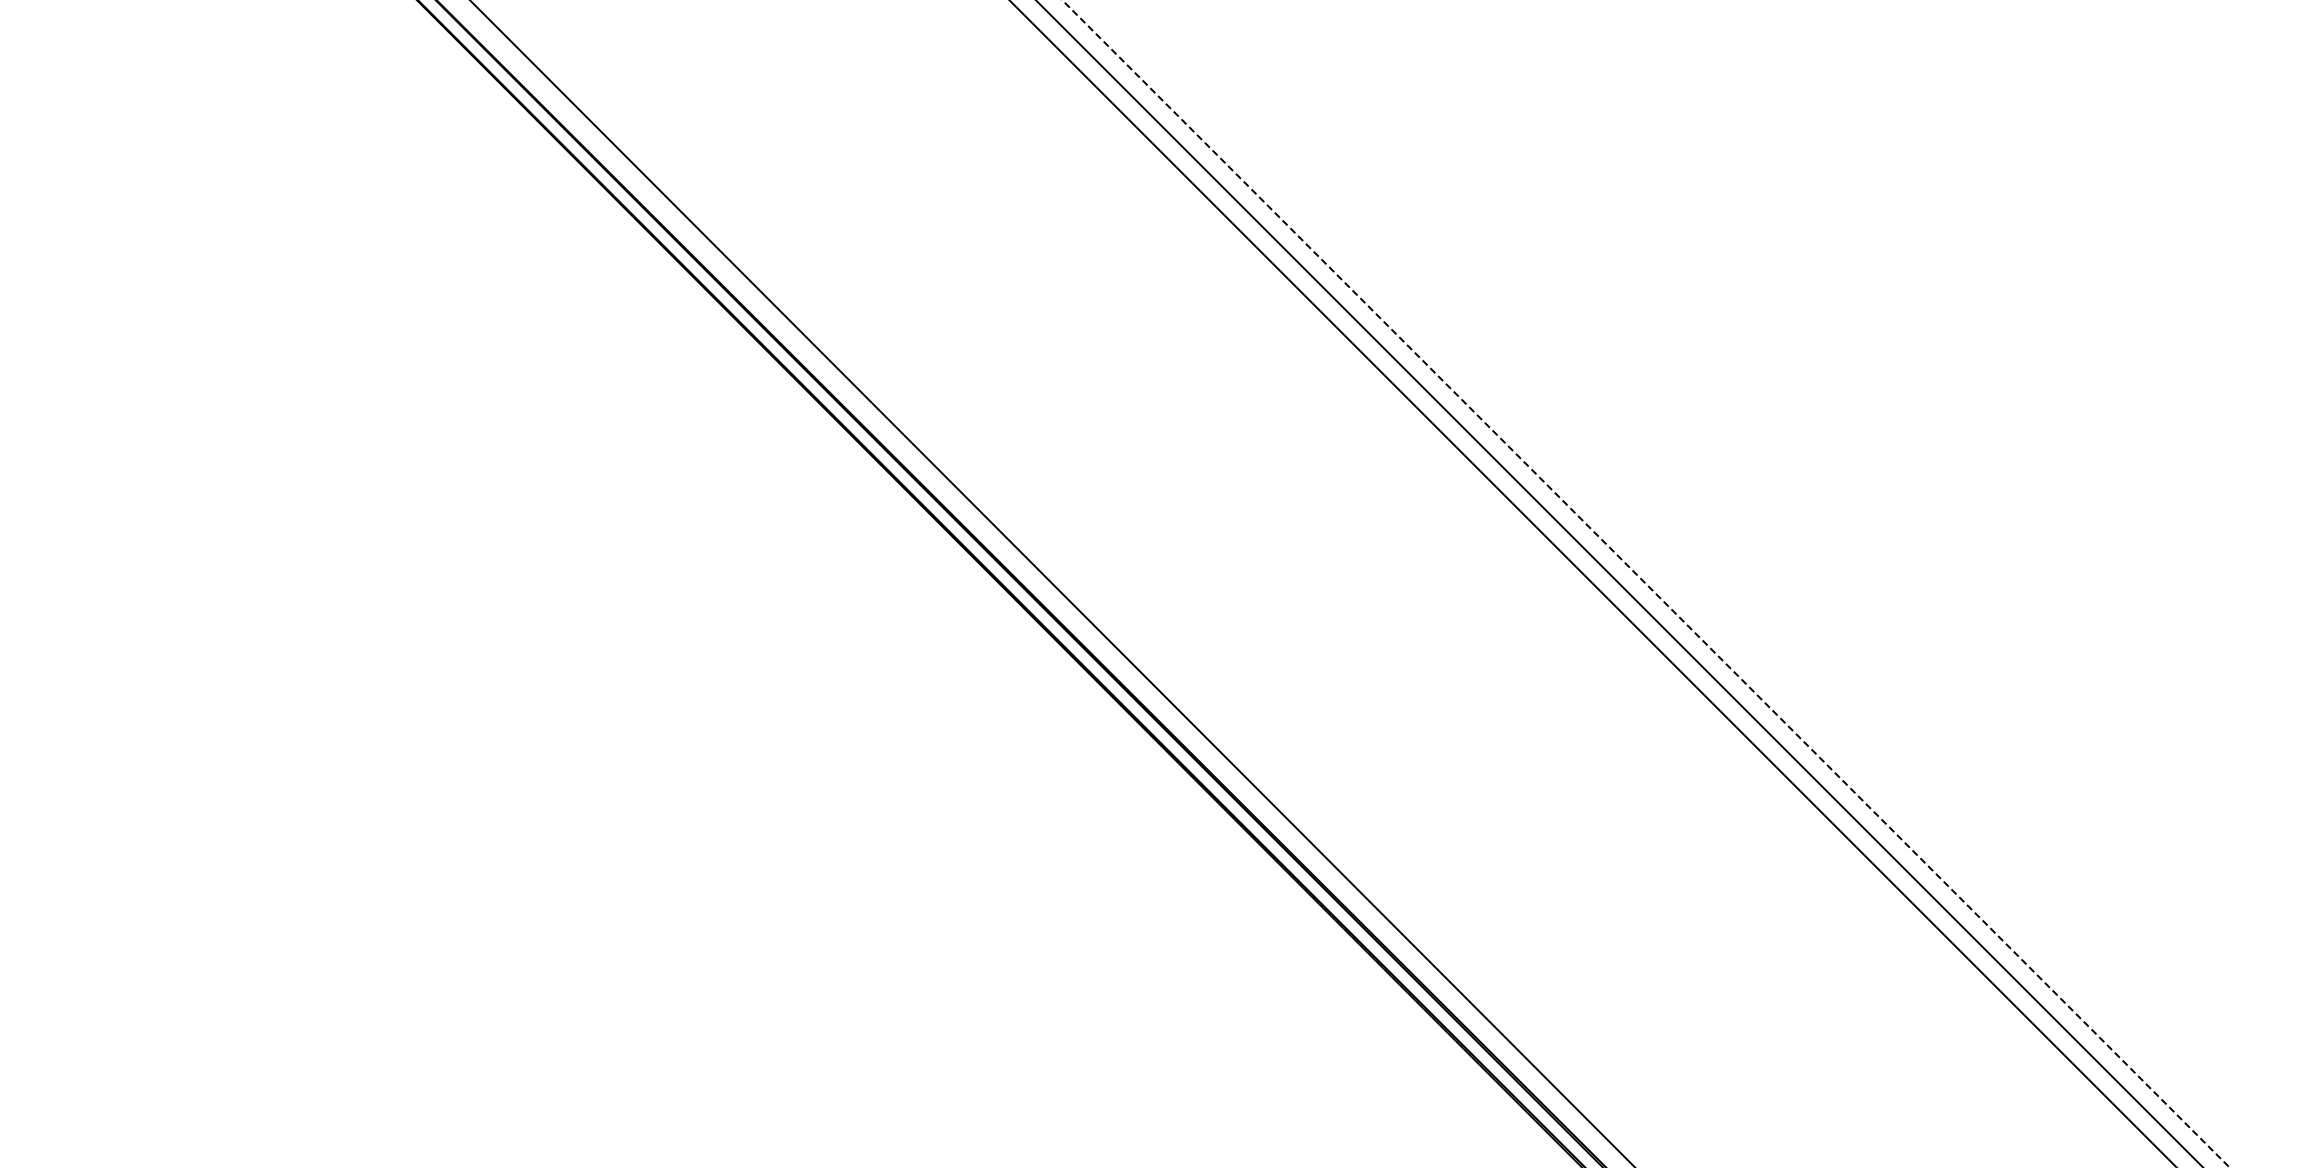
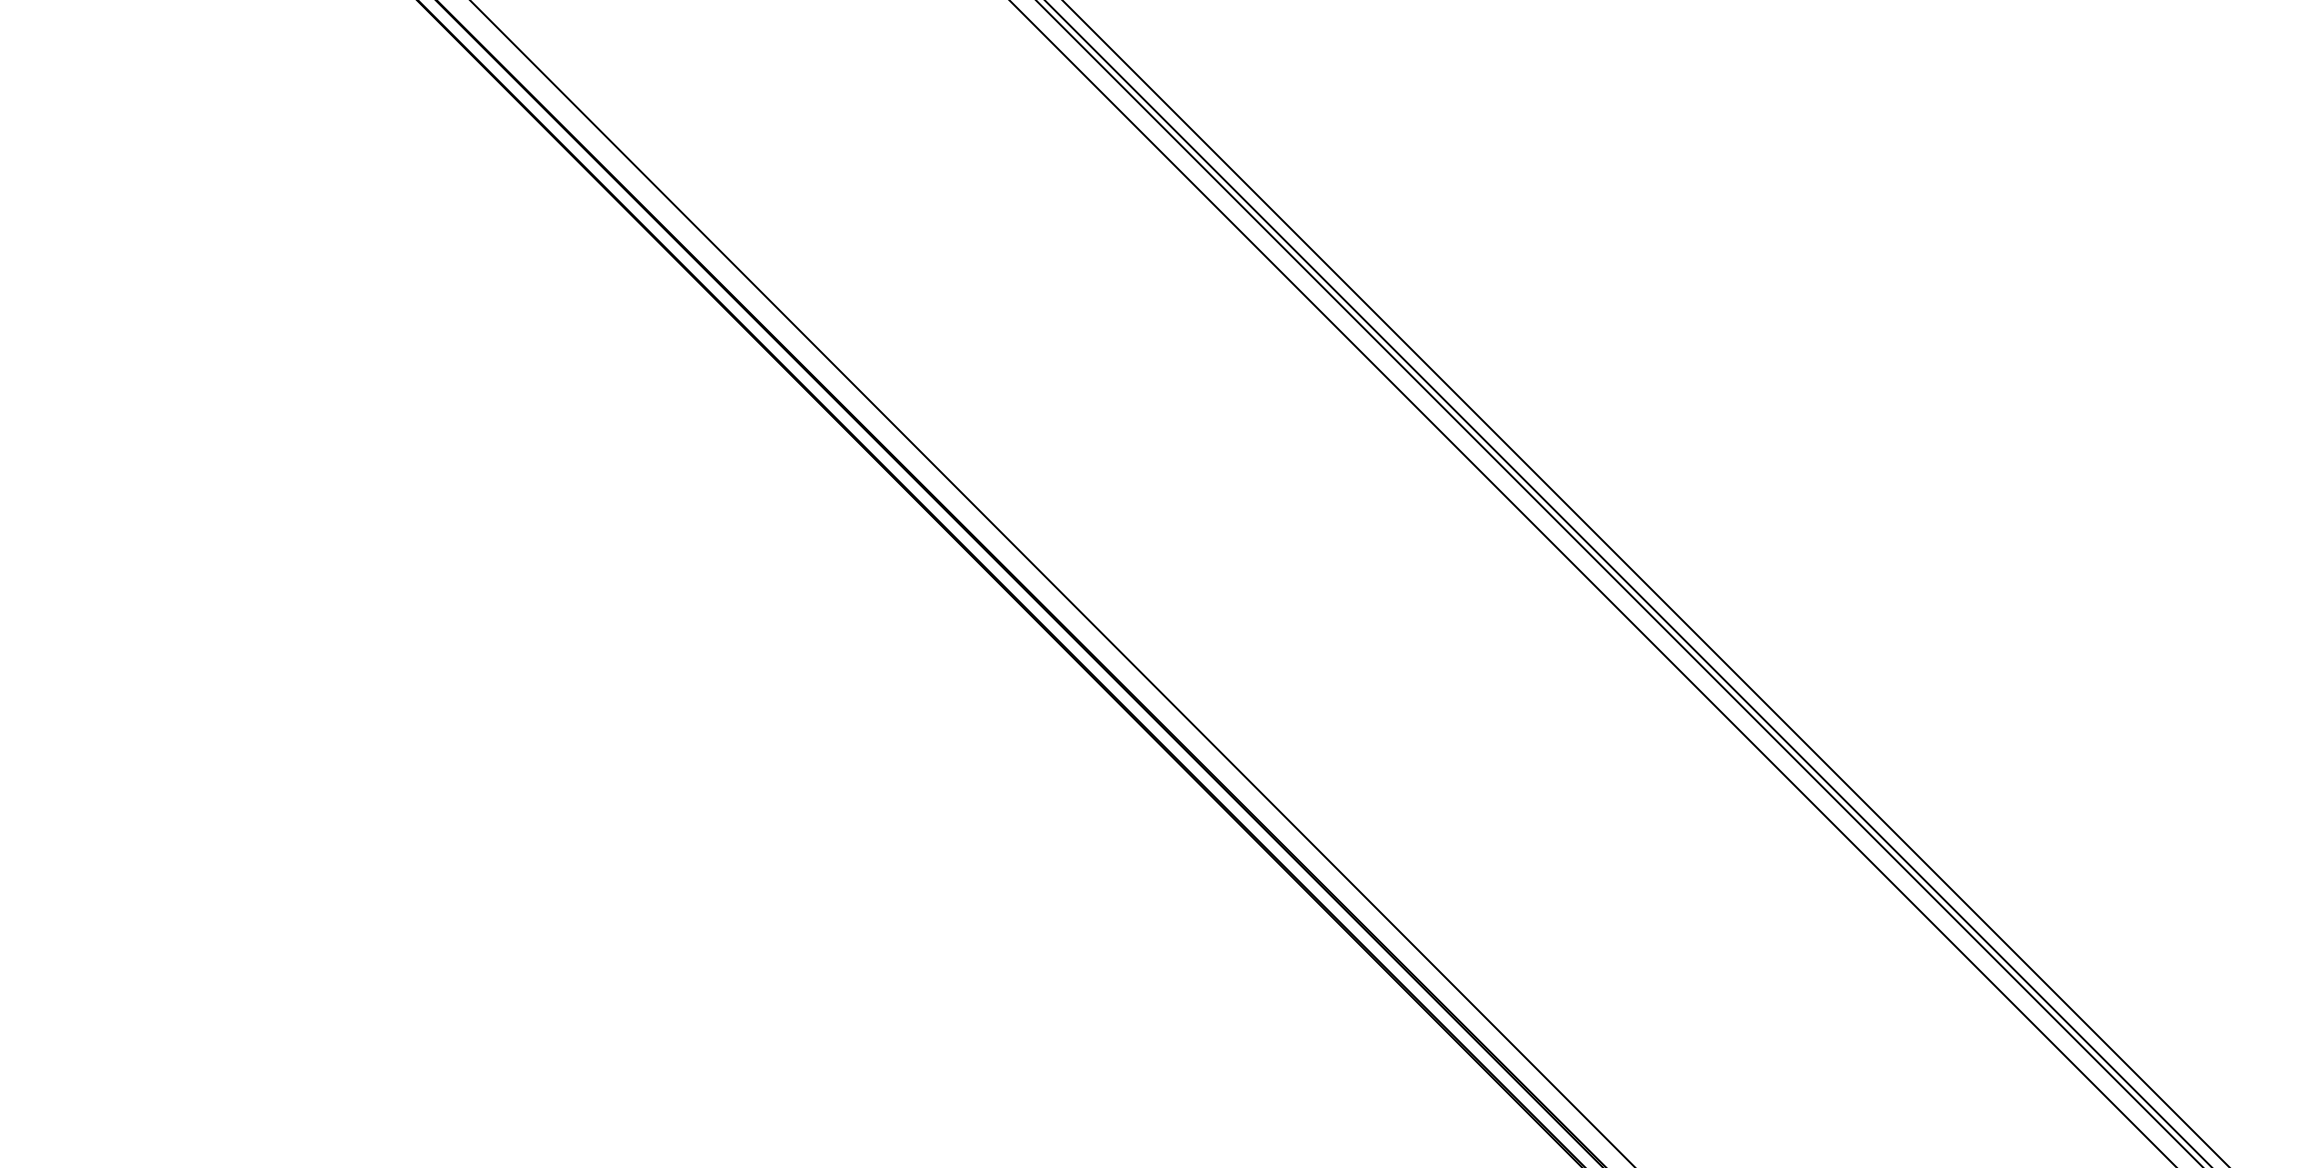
line at (1627, 583): none -> present
line at (1646, 584): dashed -> solid
